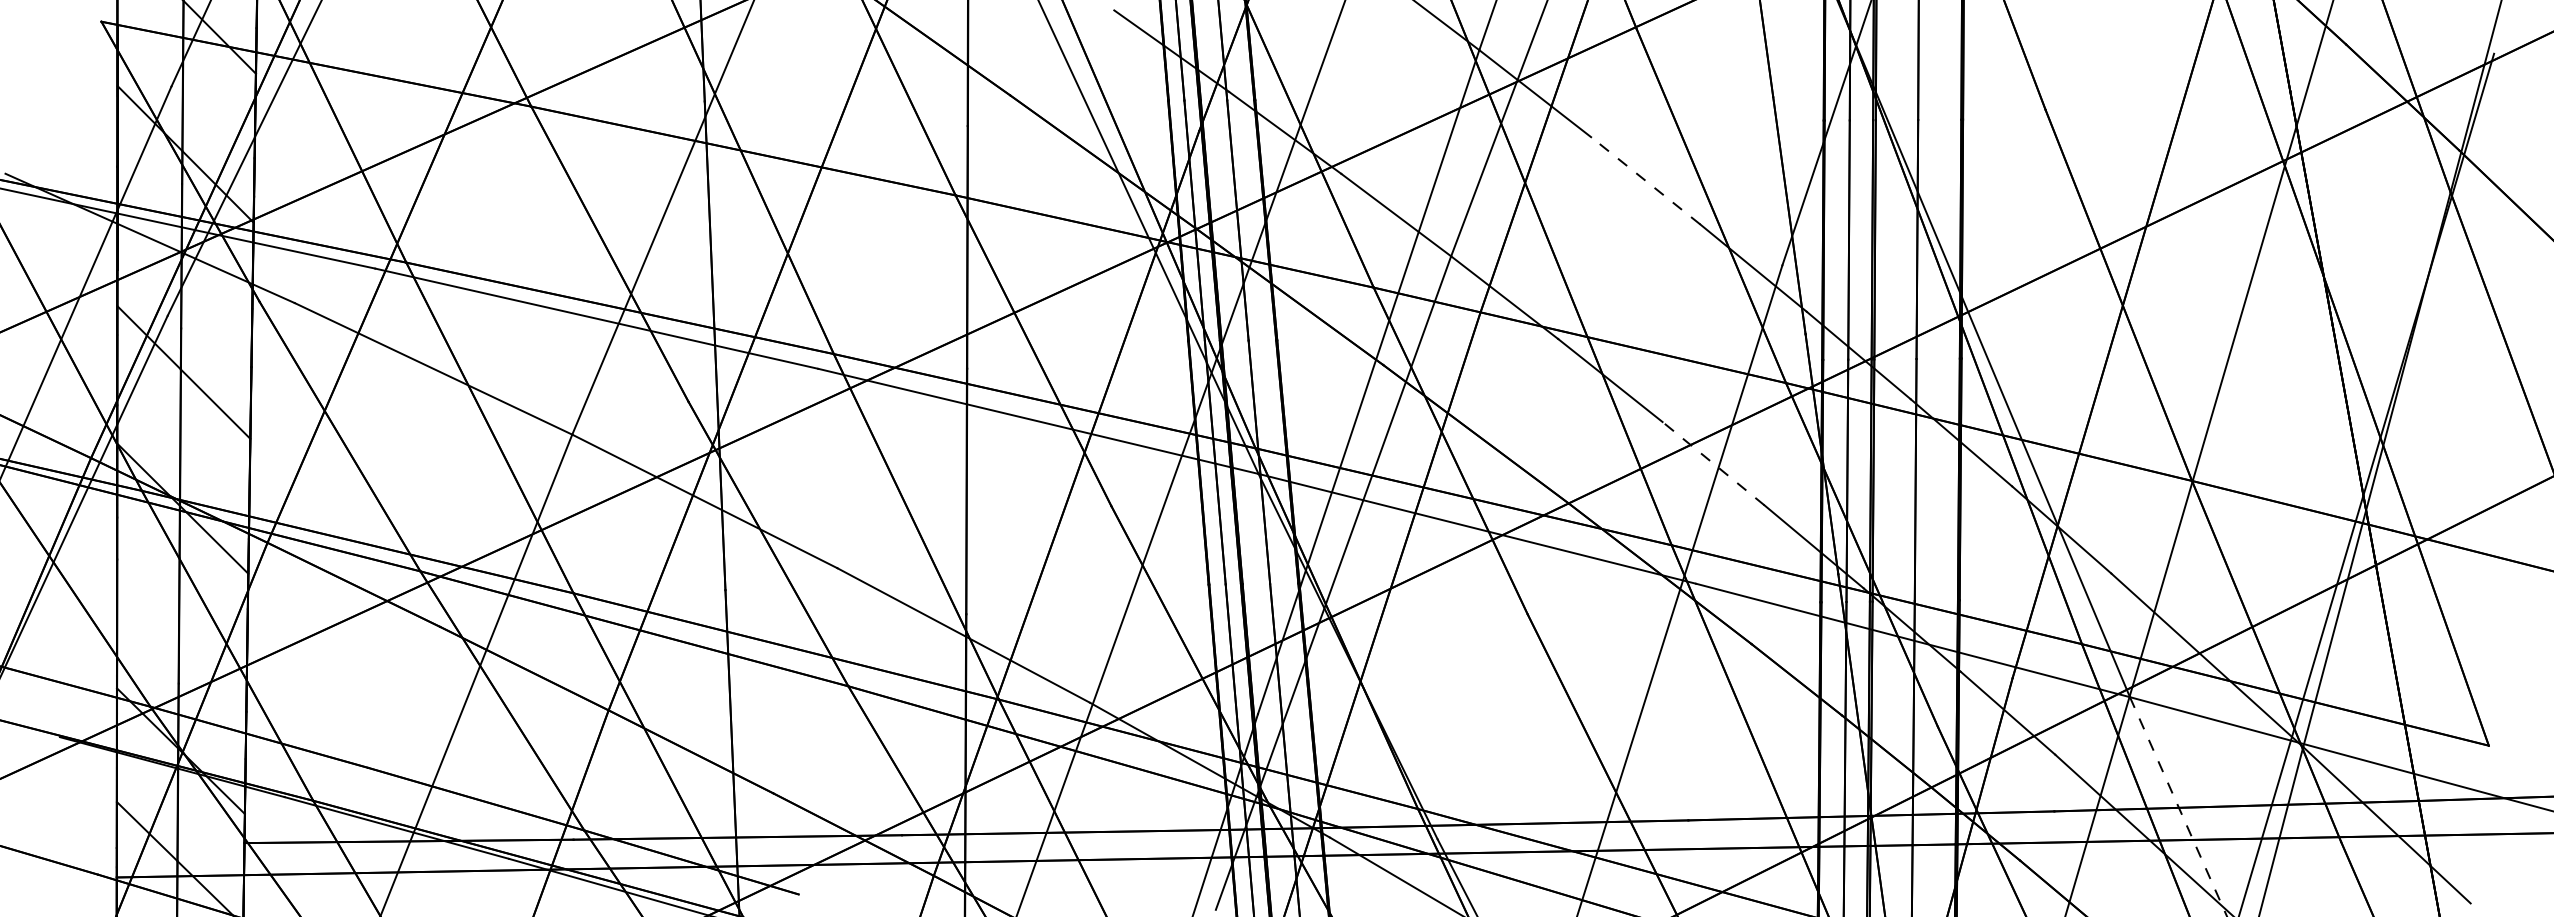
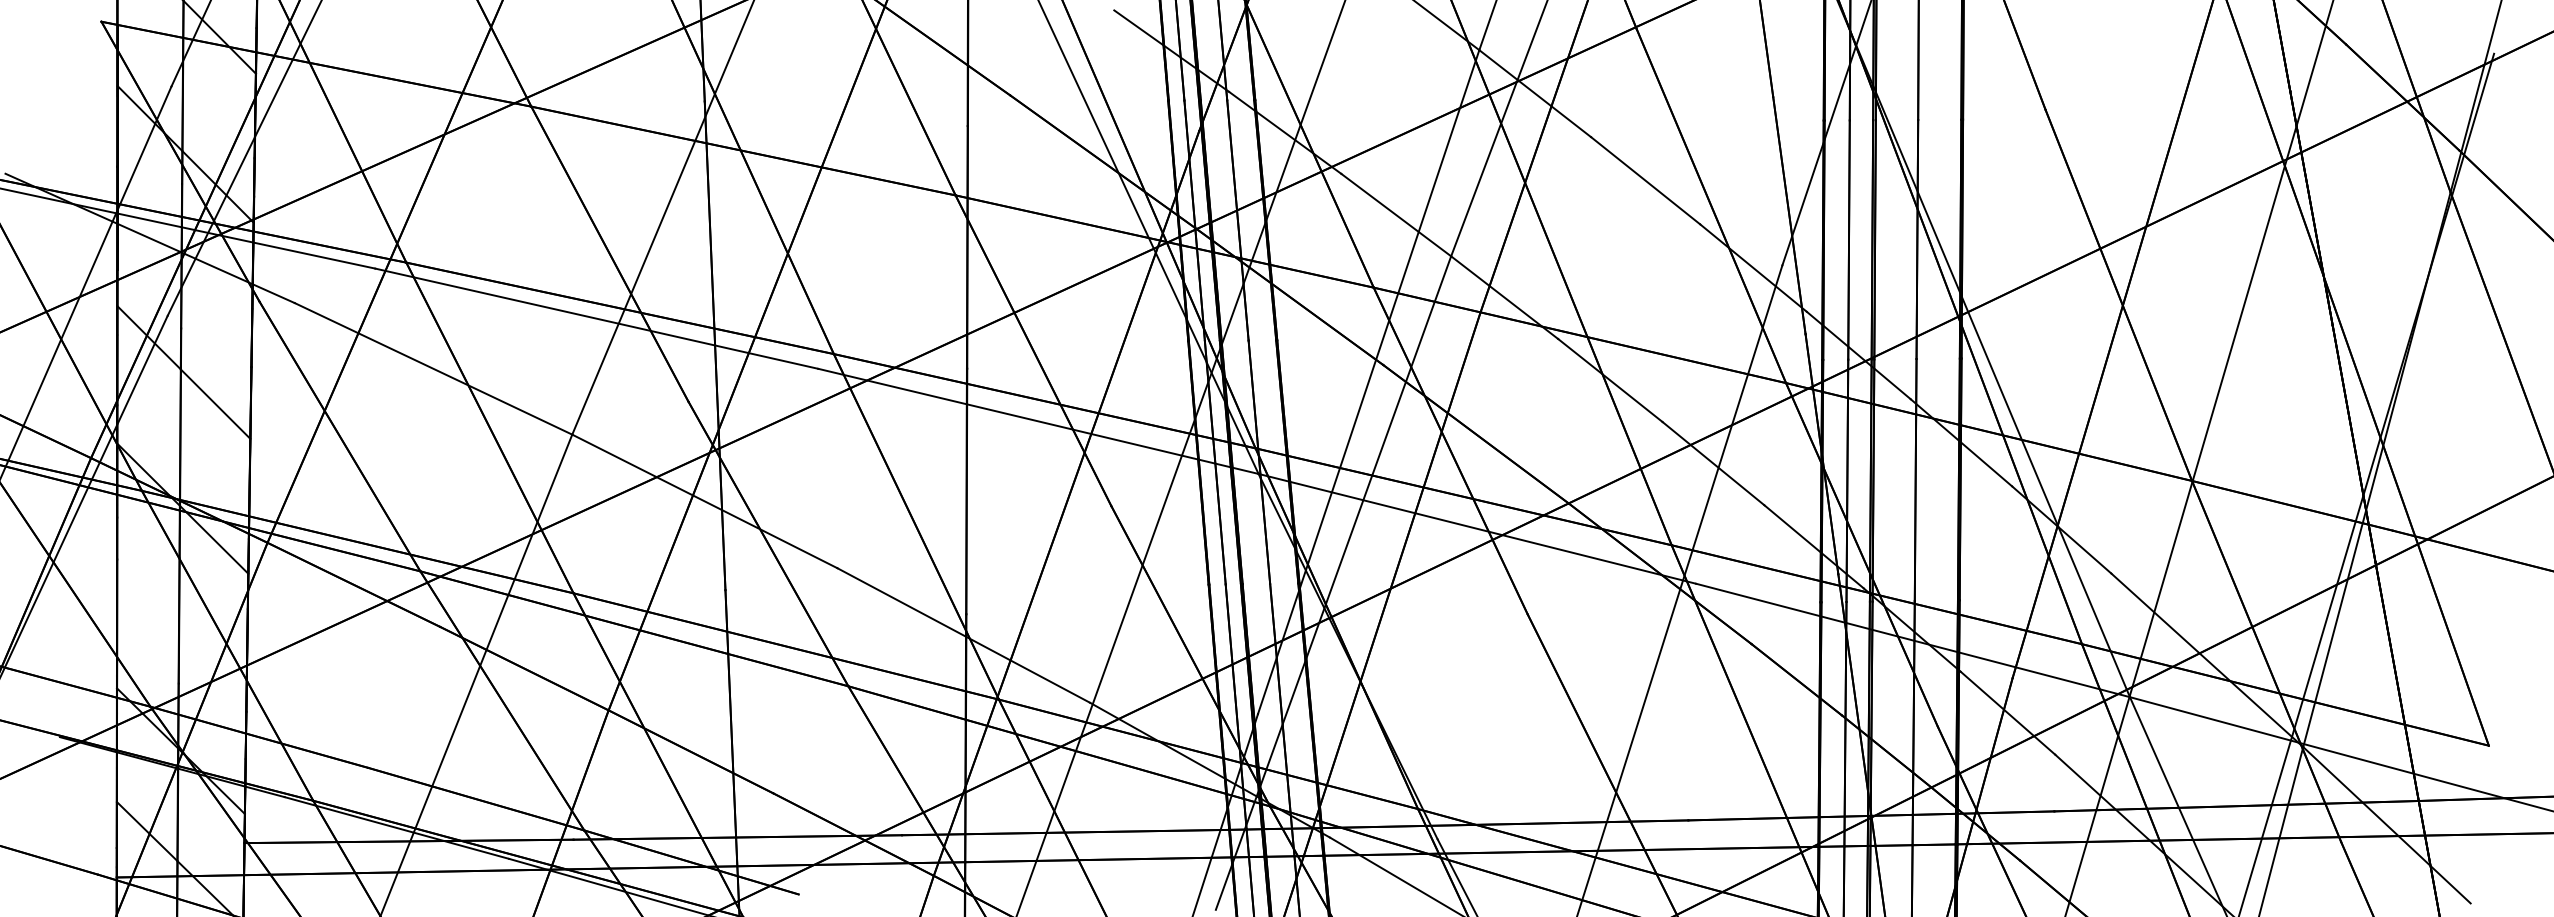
line at (1645, 180): dashed -> solid
line at (1713, 463): dashed -> solid
line at (2178, 806): dashed -> solid
